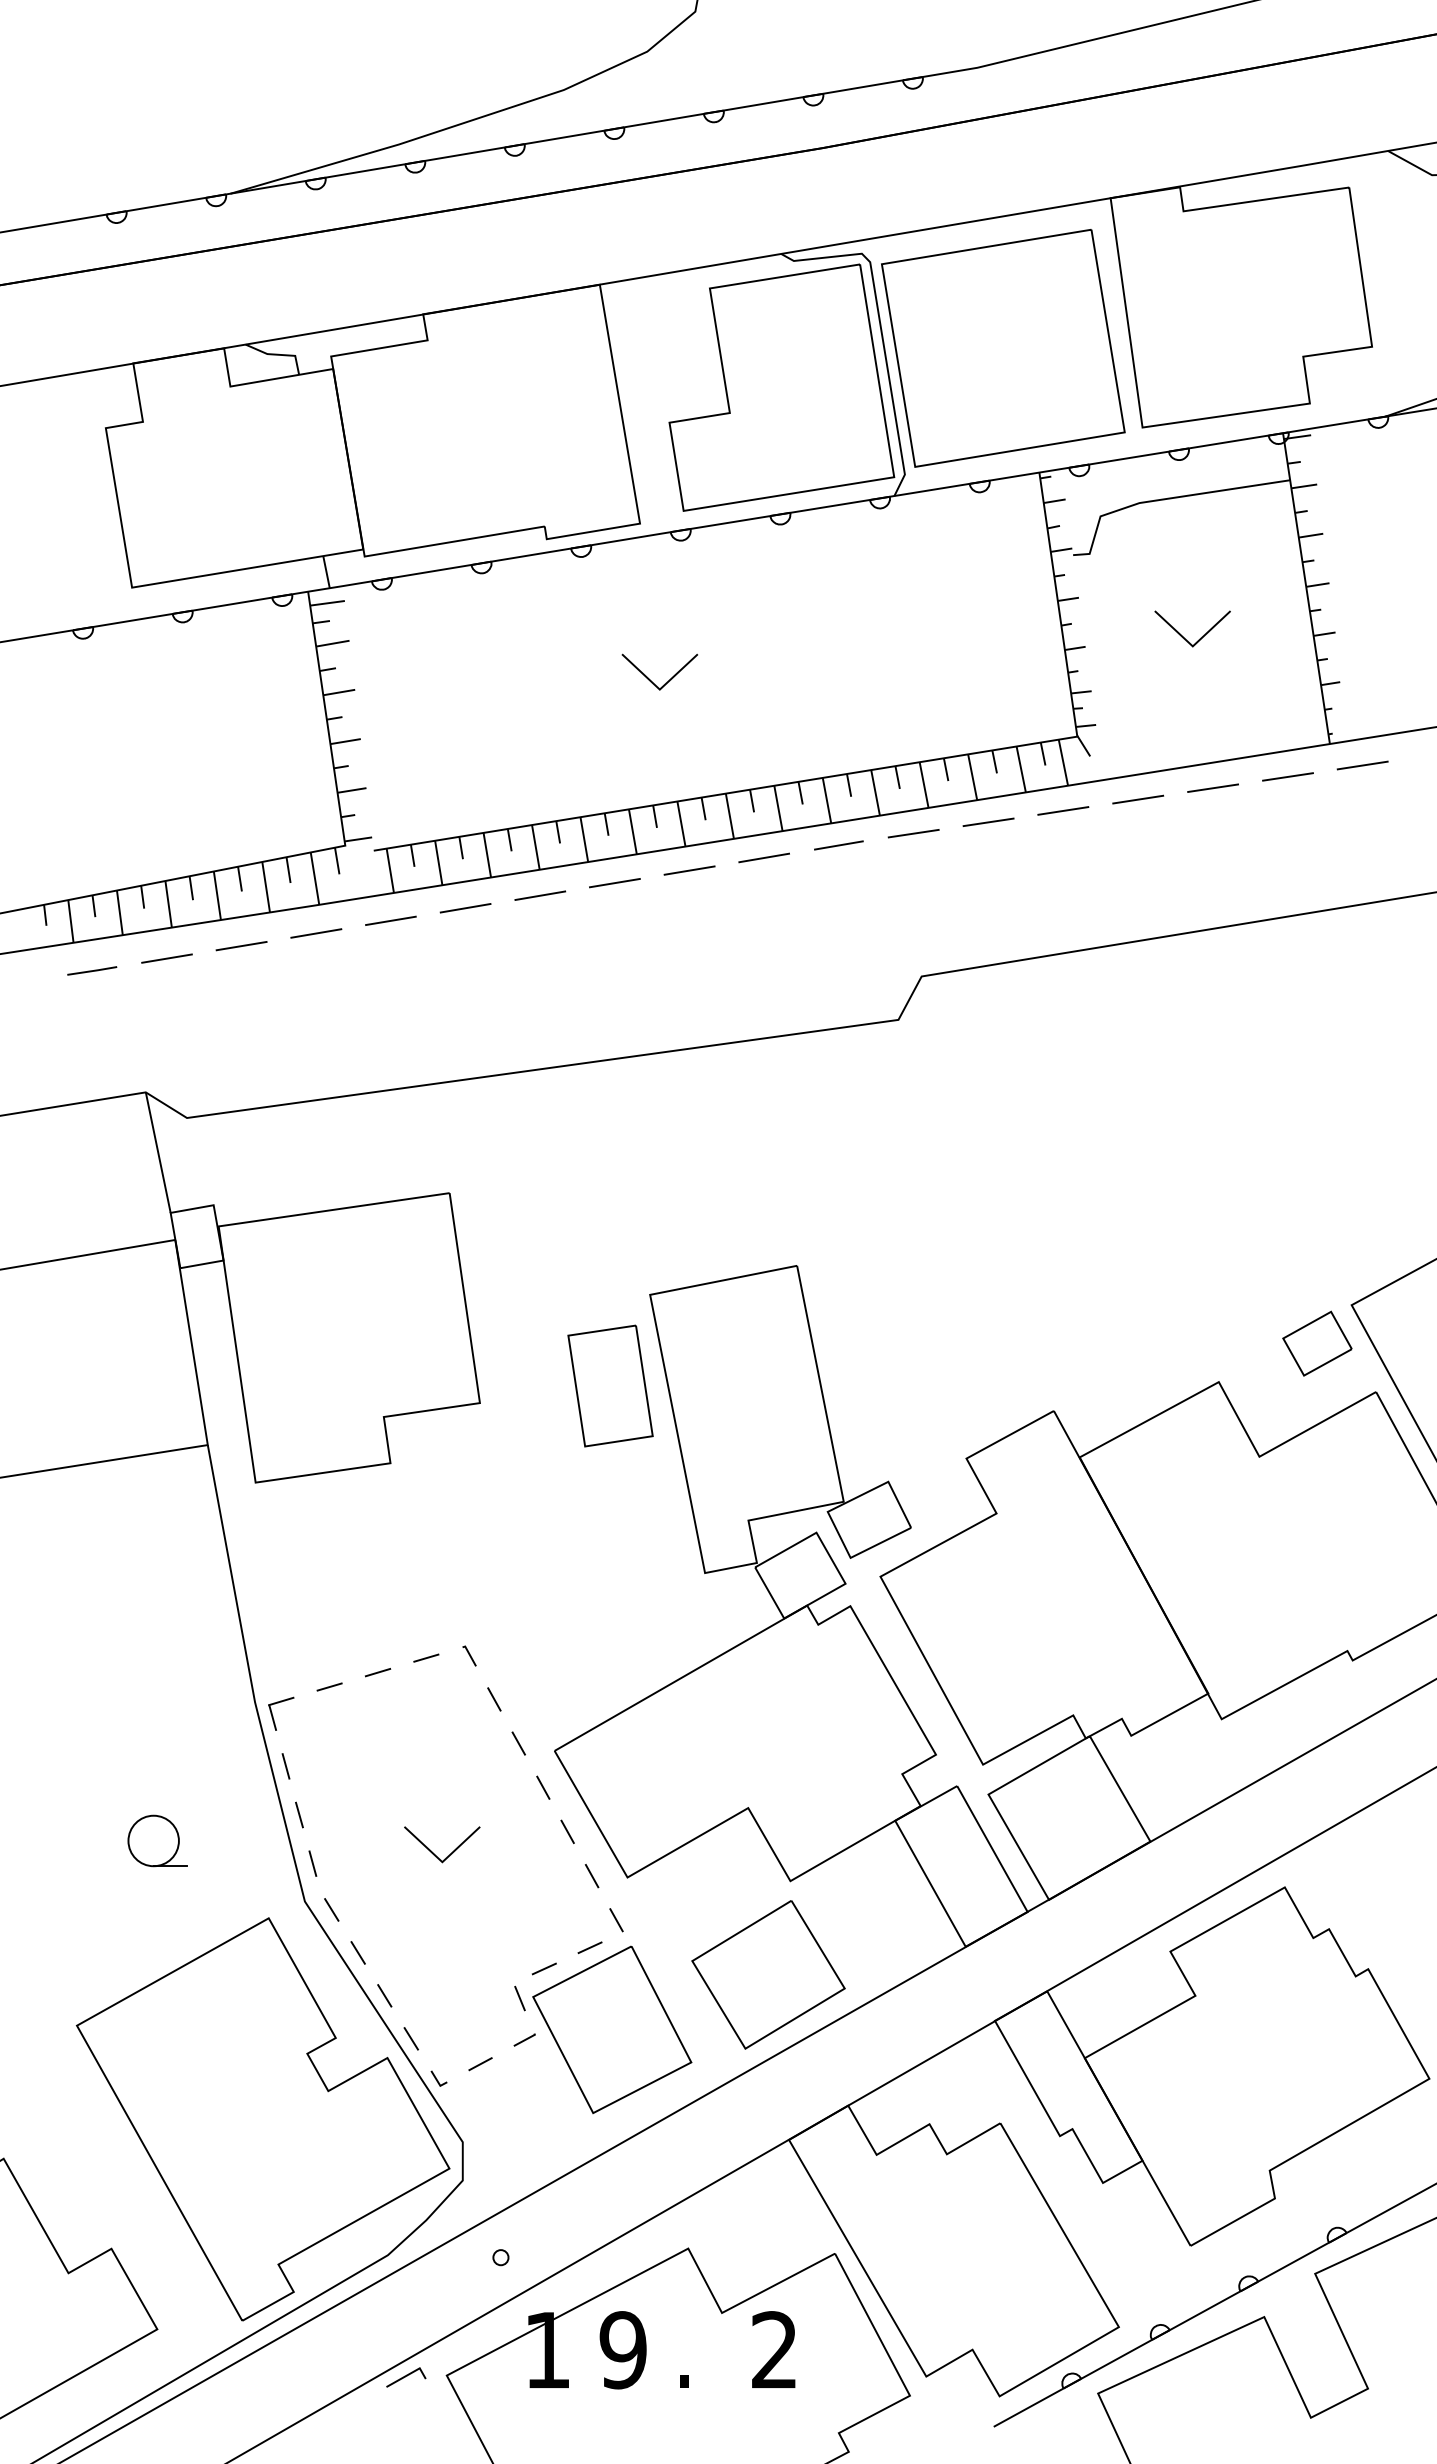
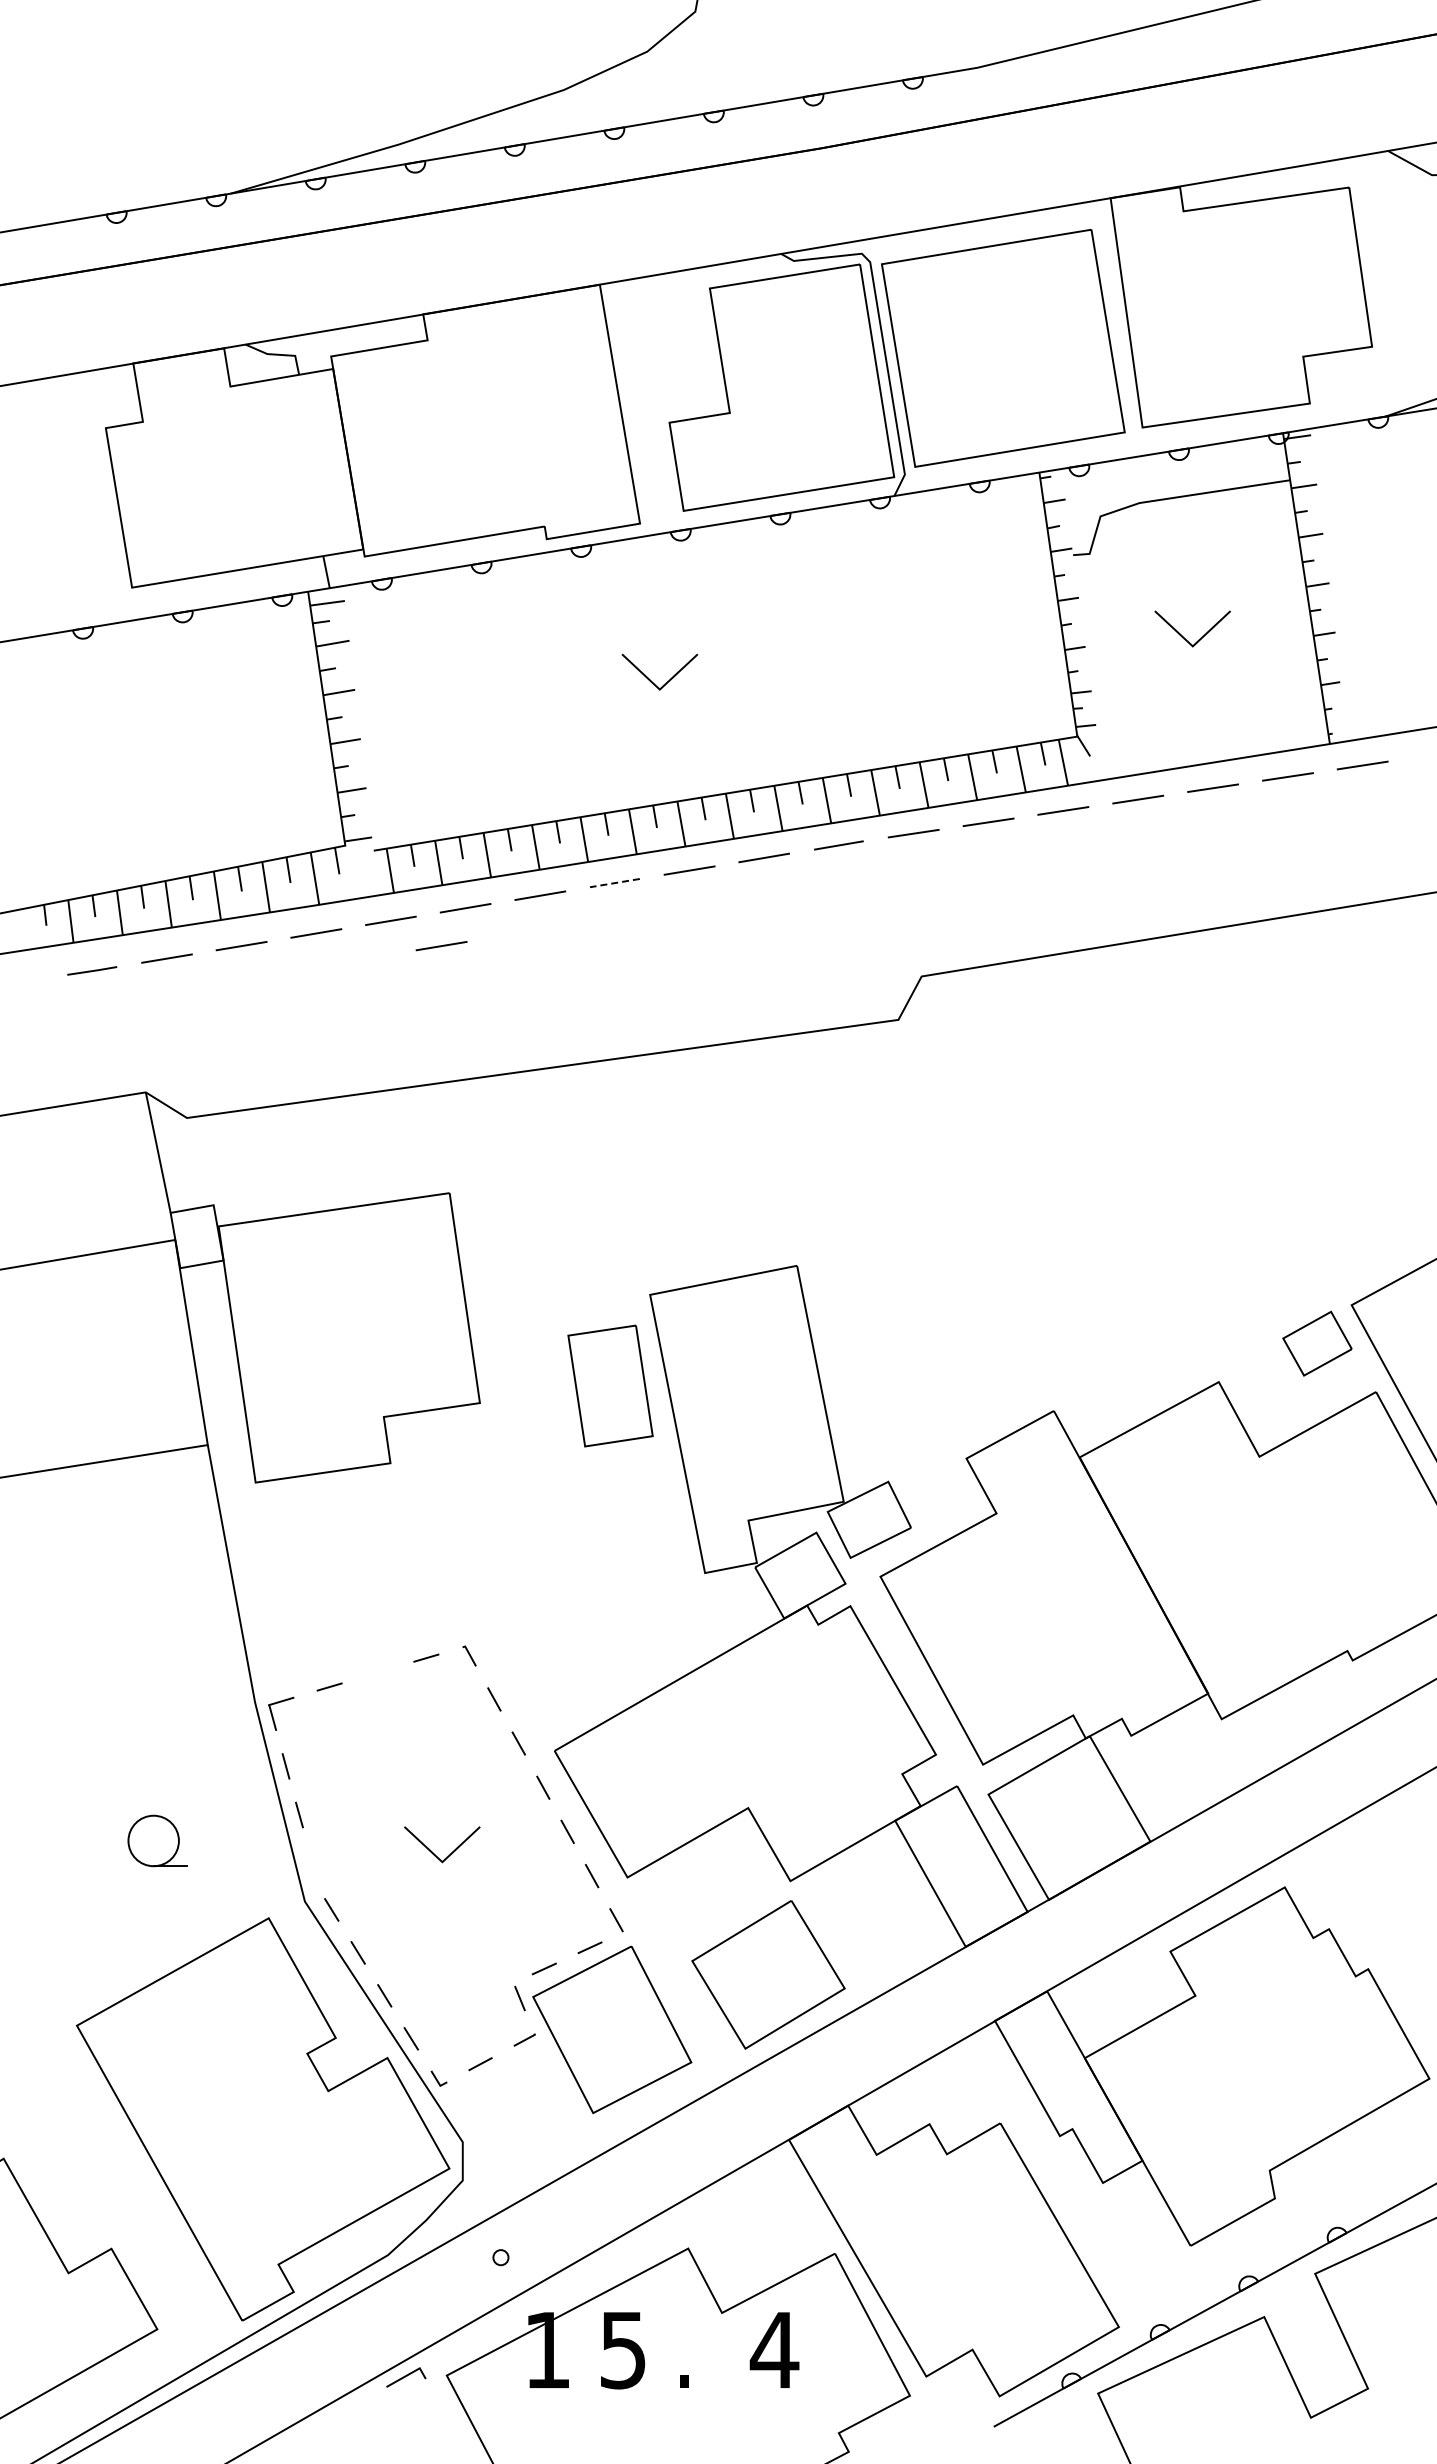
line at (614, 883): solid -> dashed
line at (441, 946): none -> present
line at (377, 1672): present -> none
line at (312, 1863): present -> none
text at (774, 2349): 2 -> 4
text at (622, 2350): 9 -> 5
